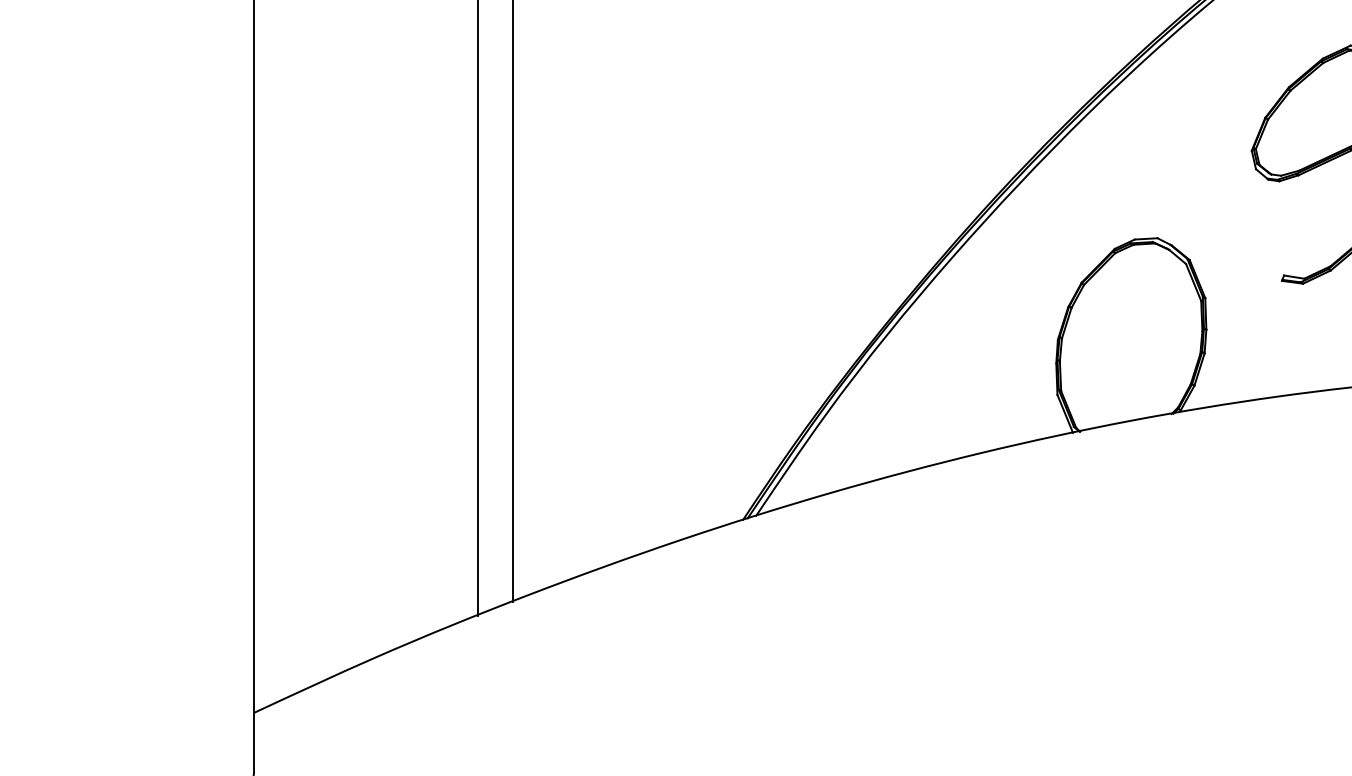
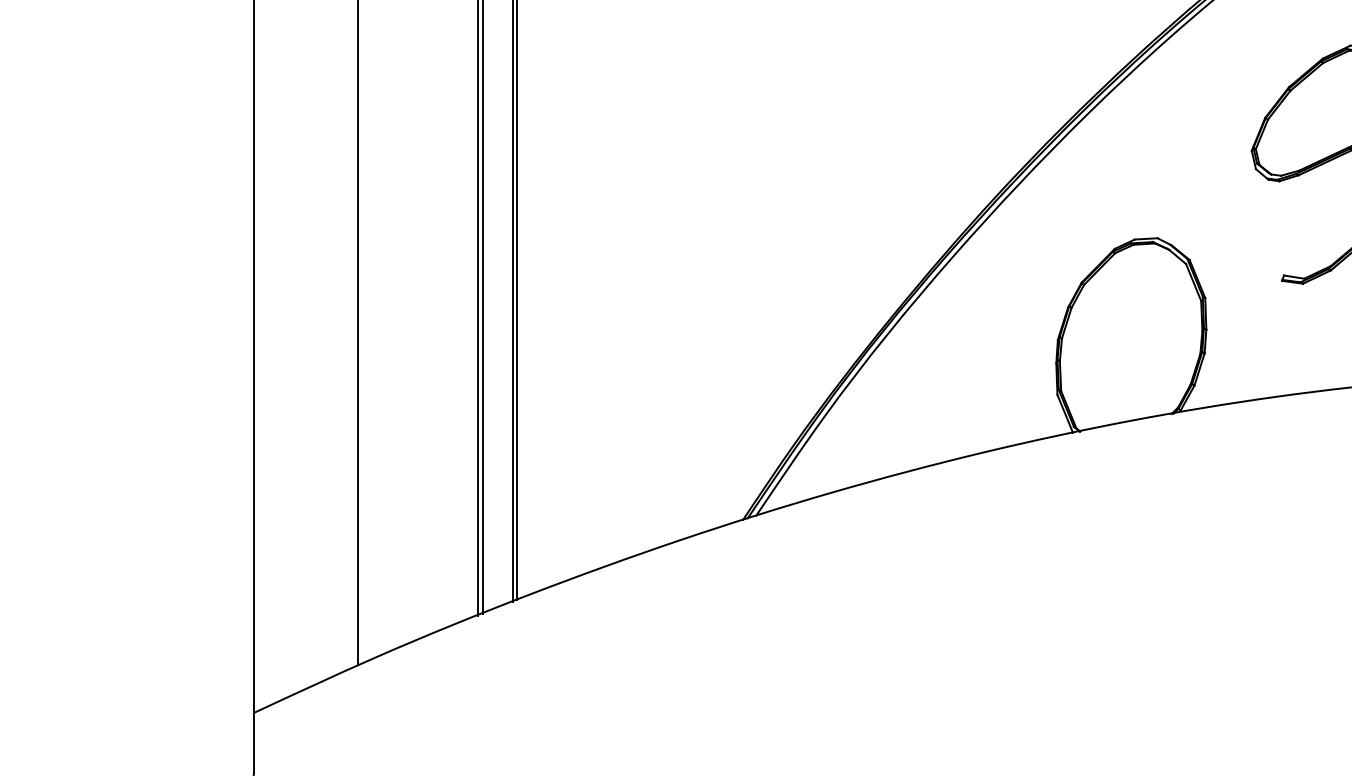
line at (517, 300): none -> present
line at (482, 307): none -> present
line at (358, 333): none -> present
